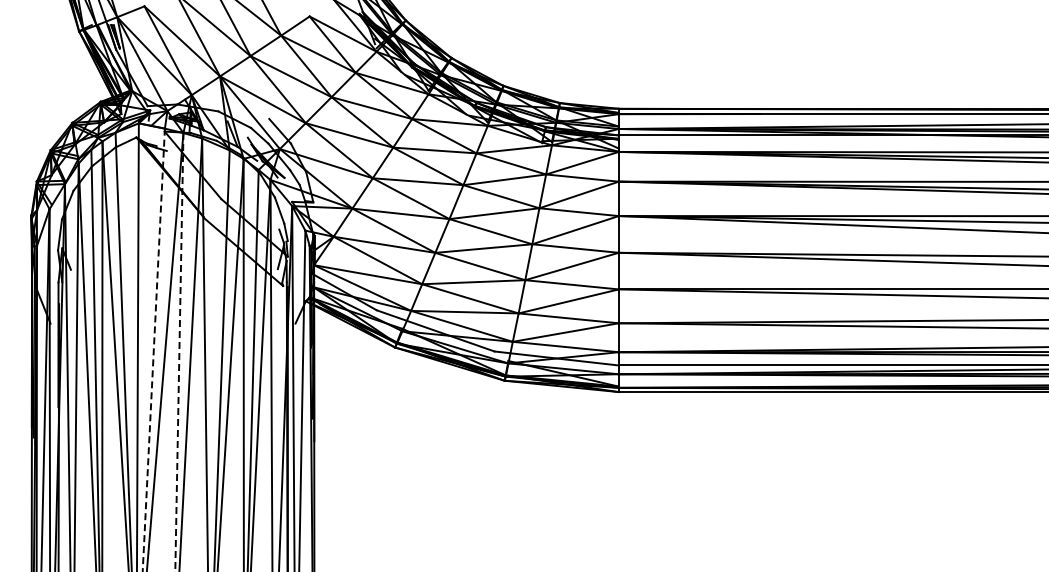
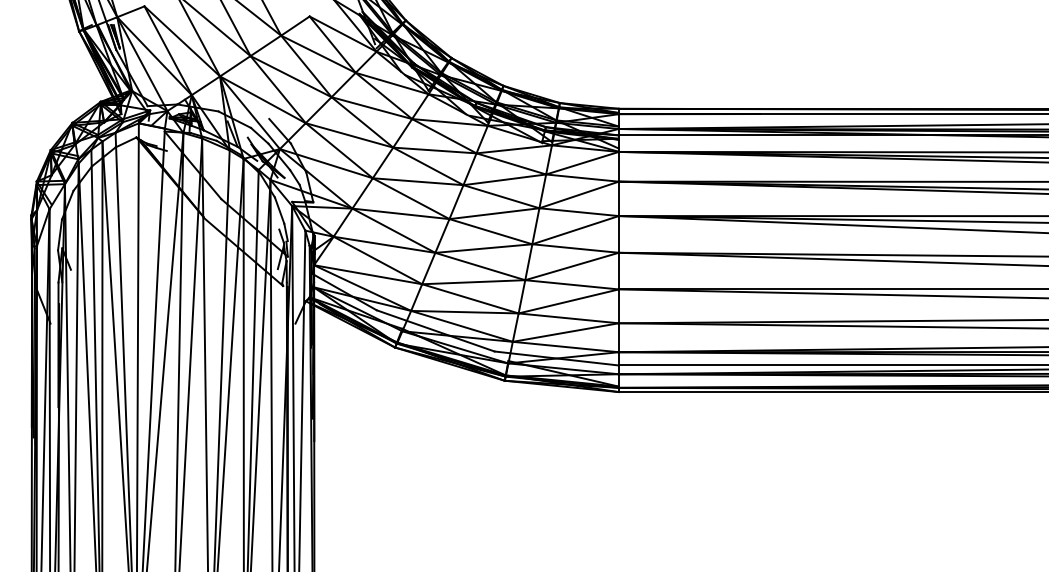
line at (153, 350): dashed -> solid
line at (179, 352): dashed -> solid
